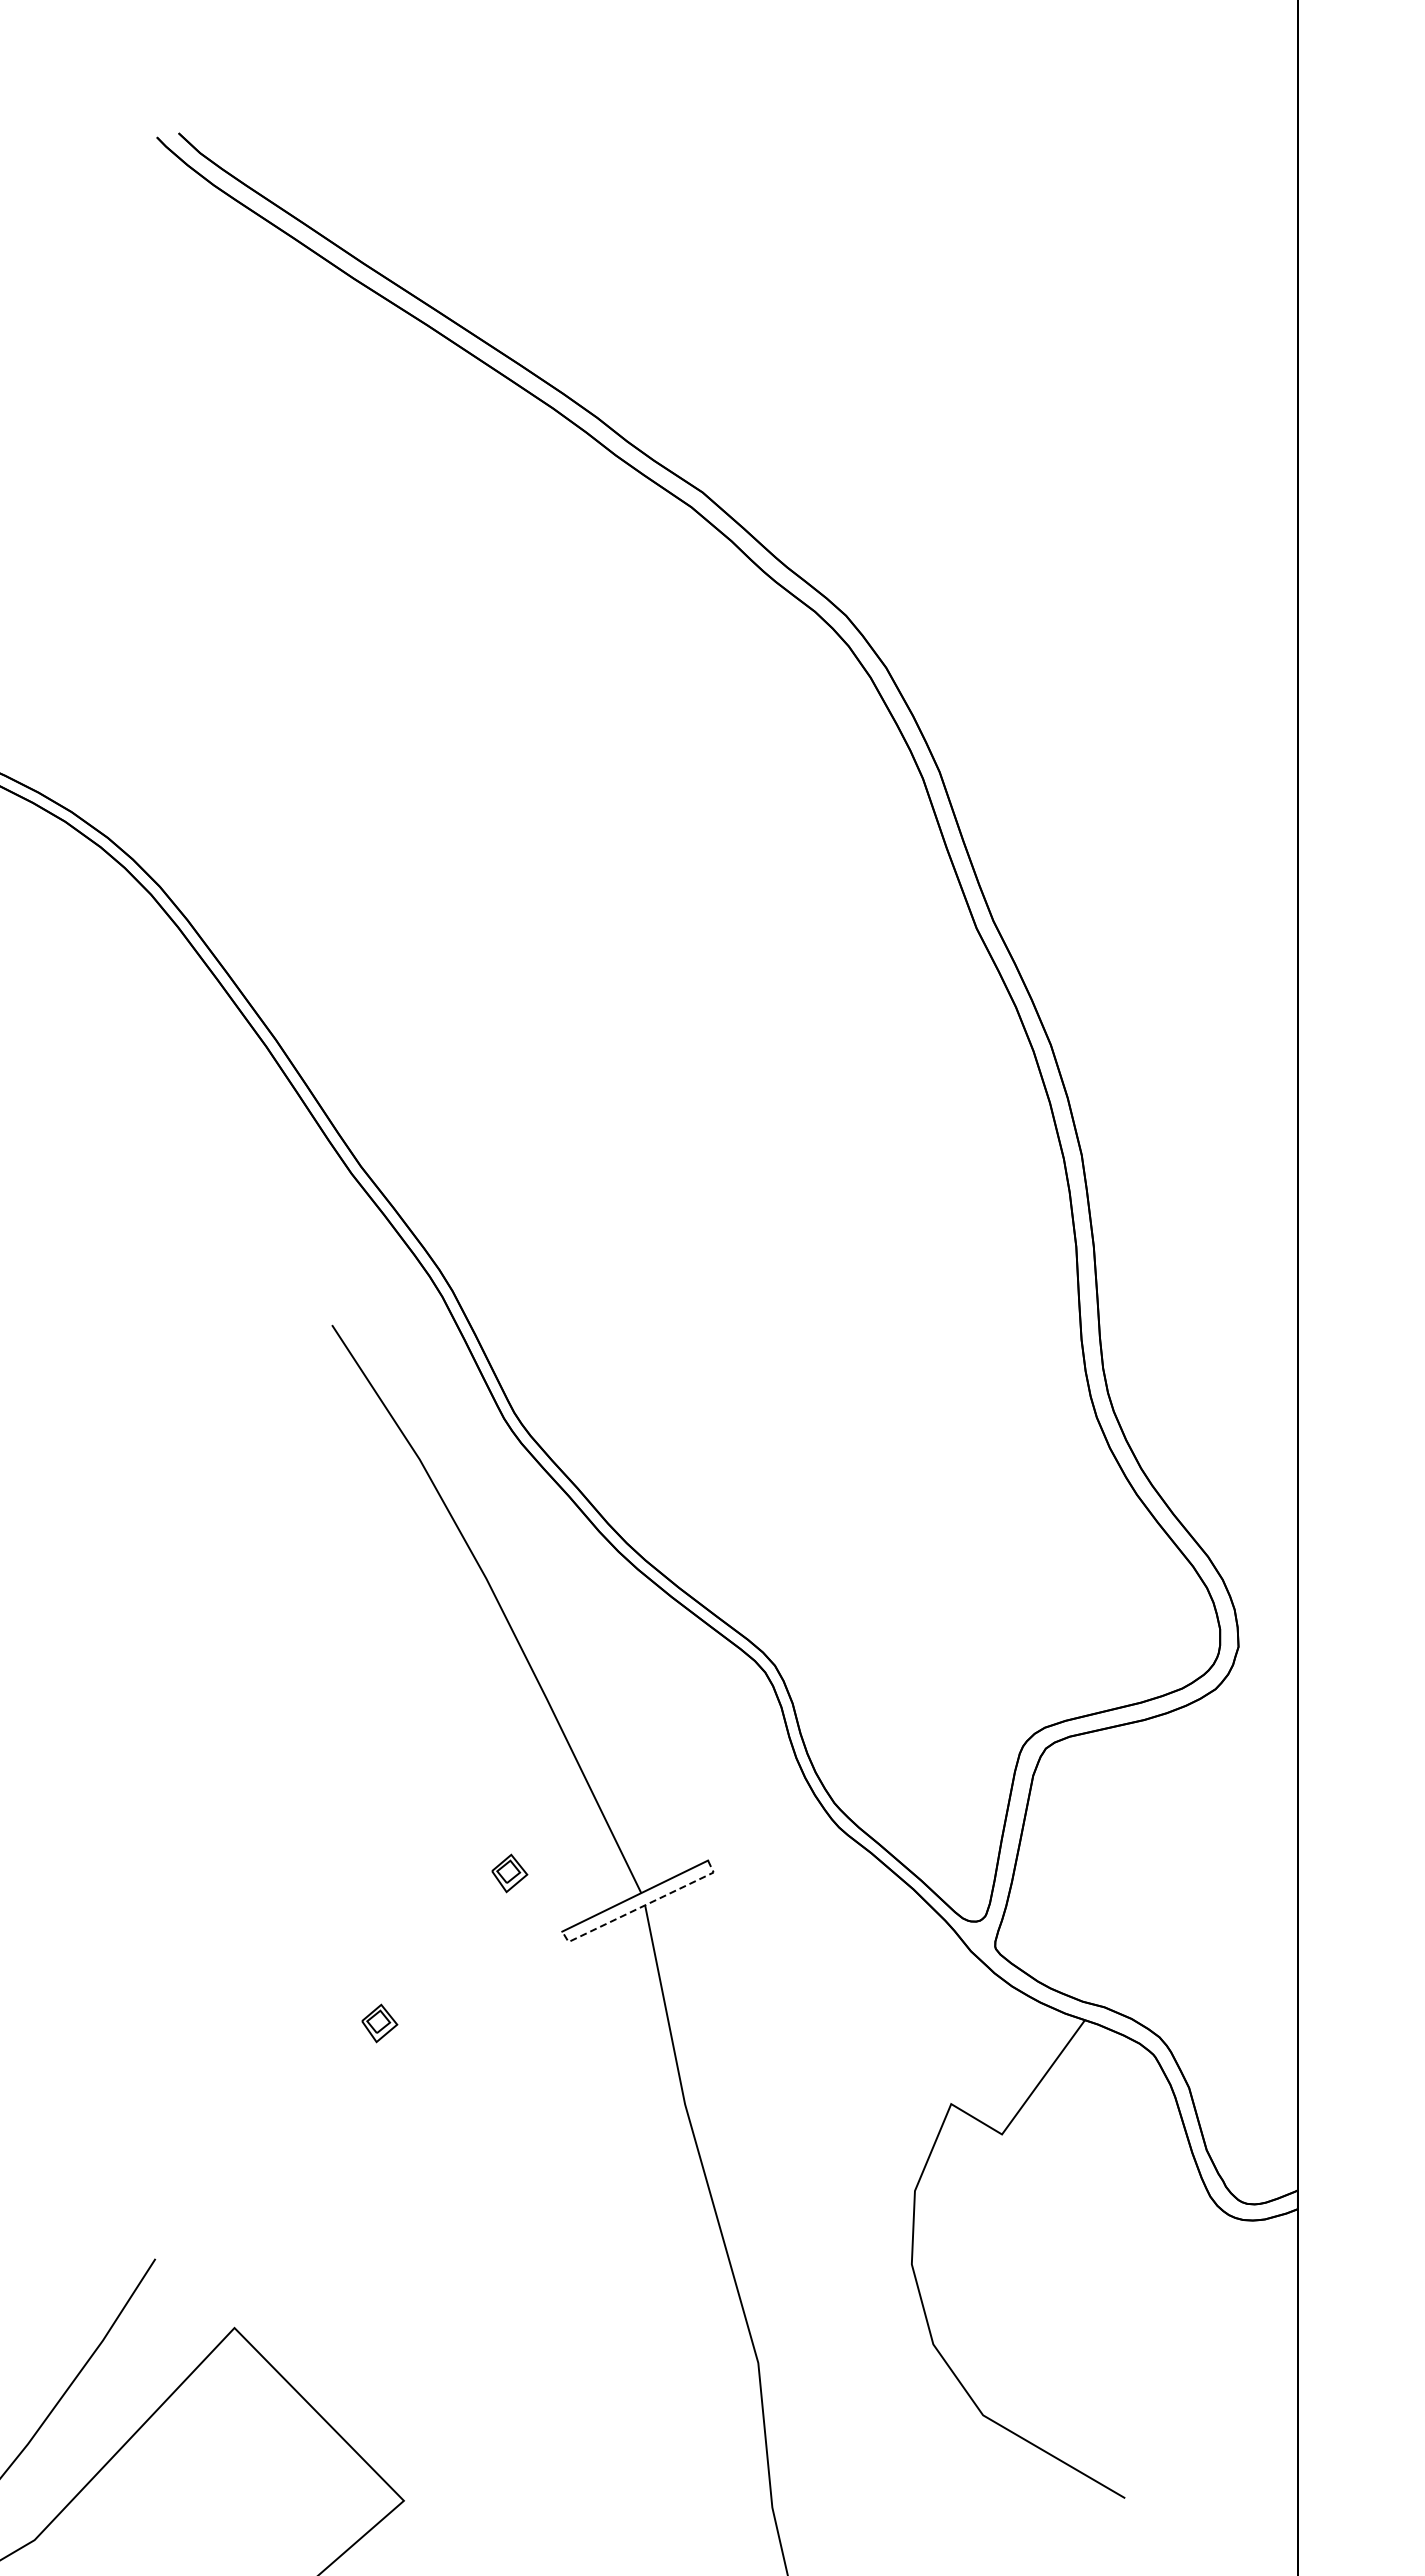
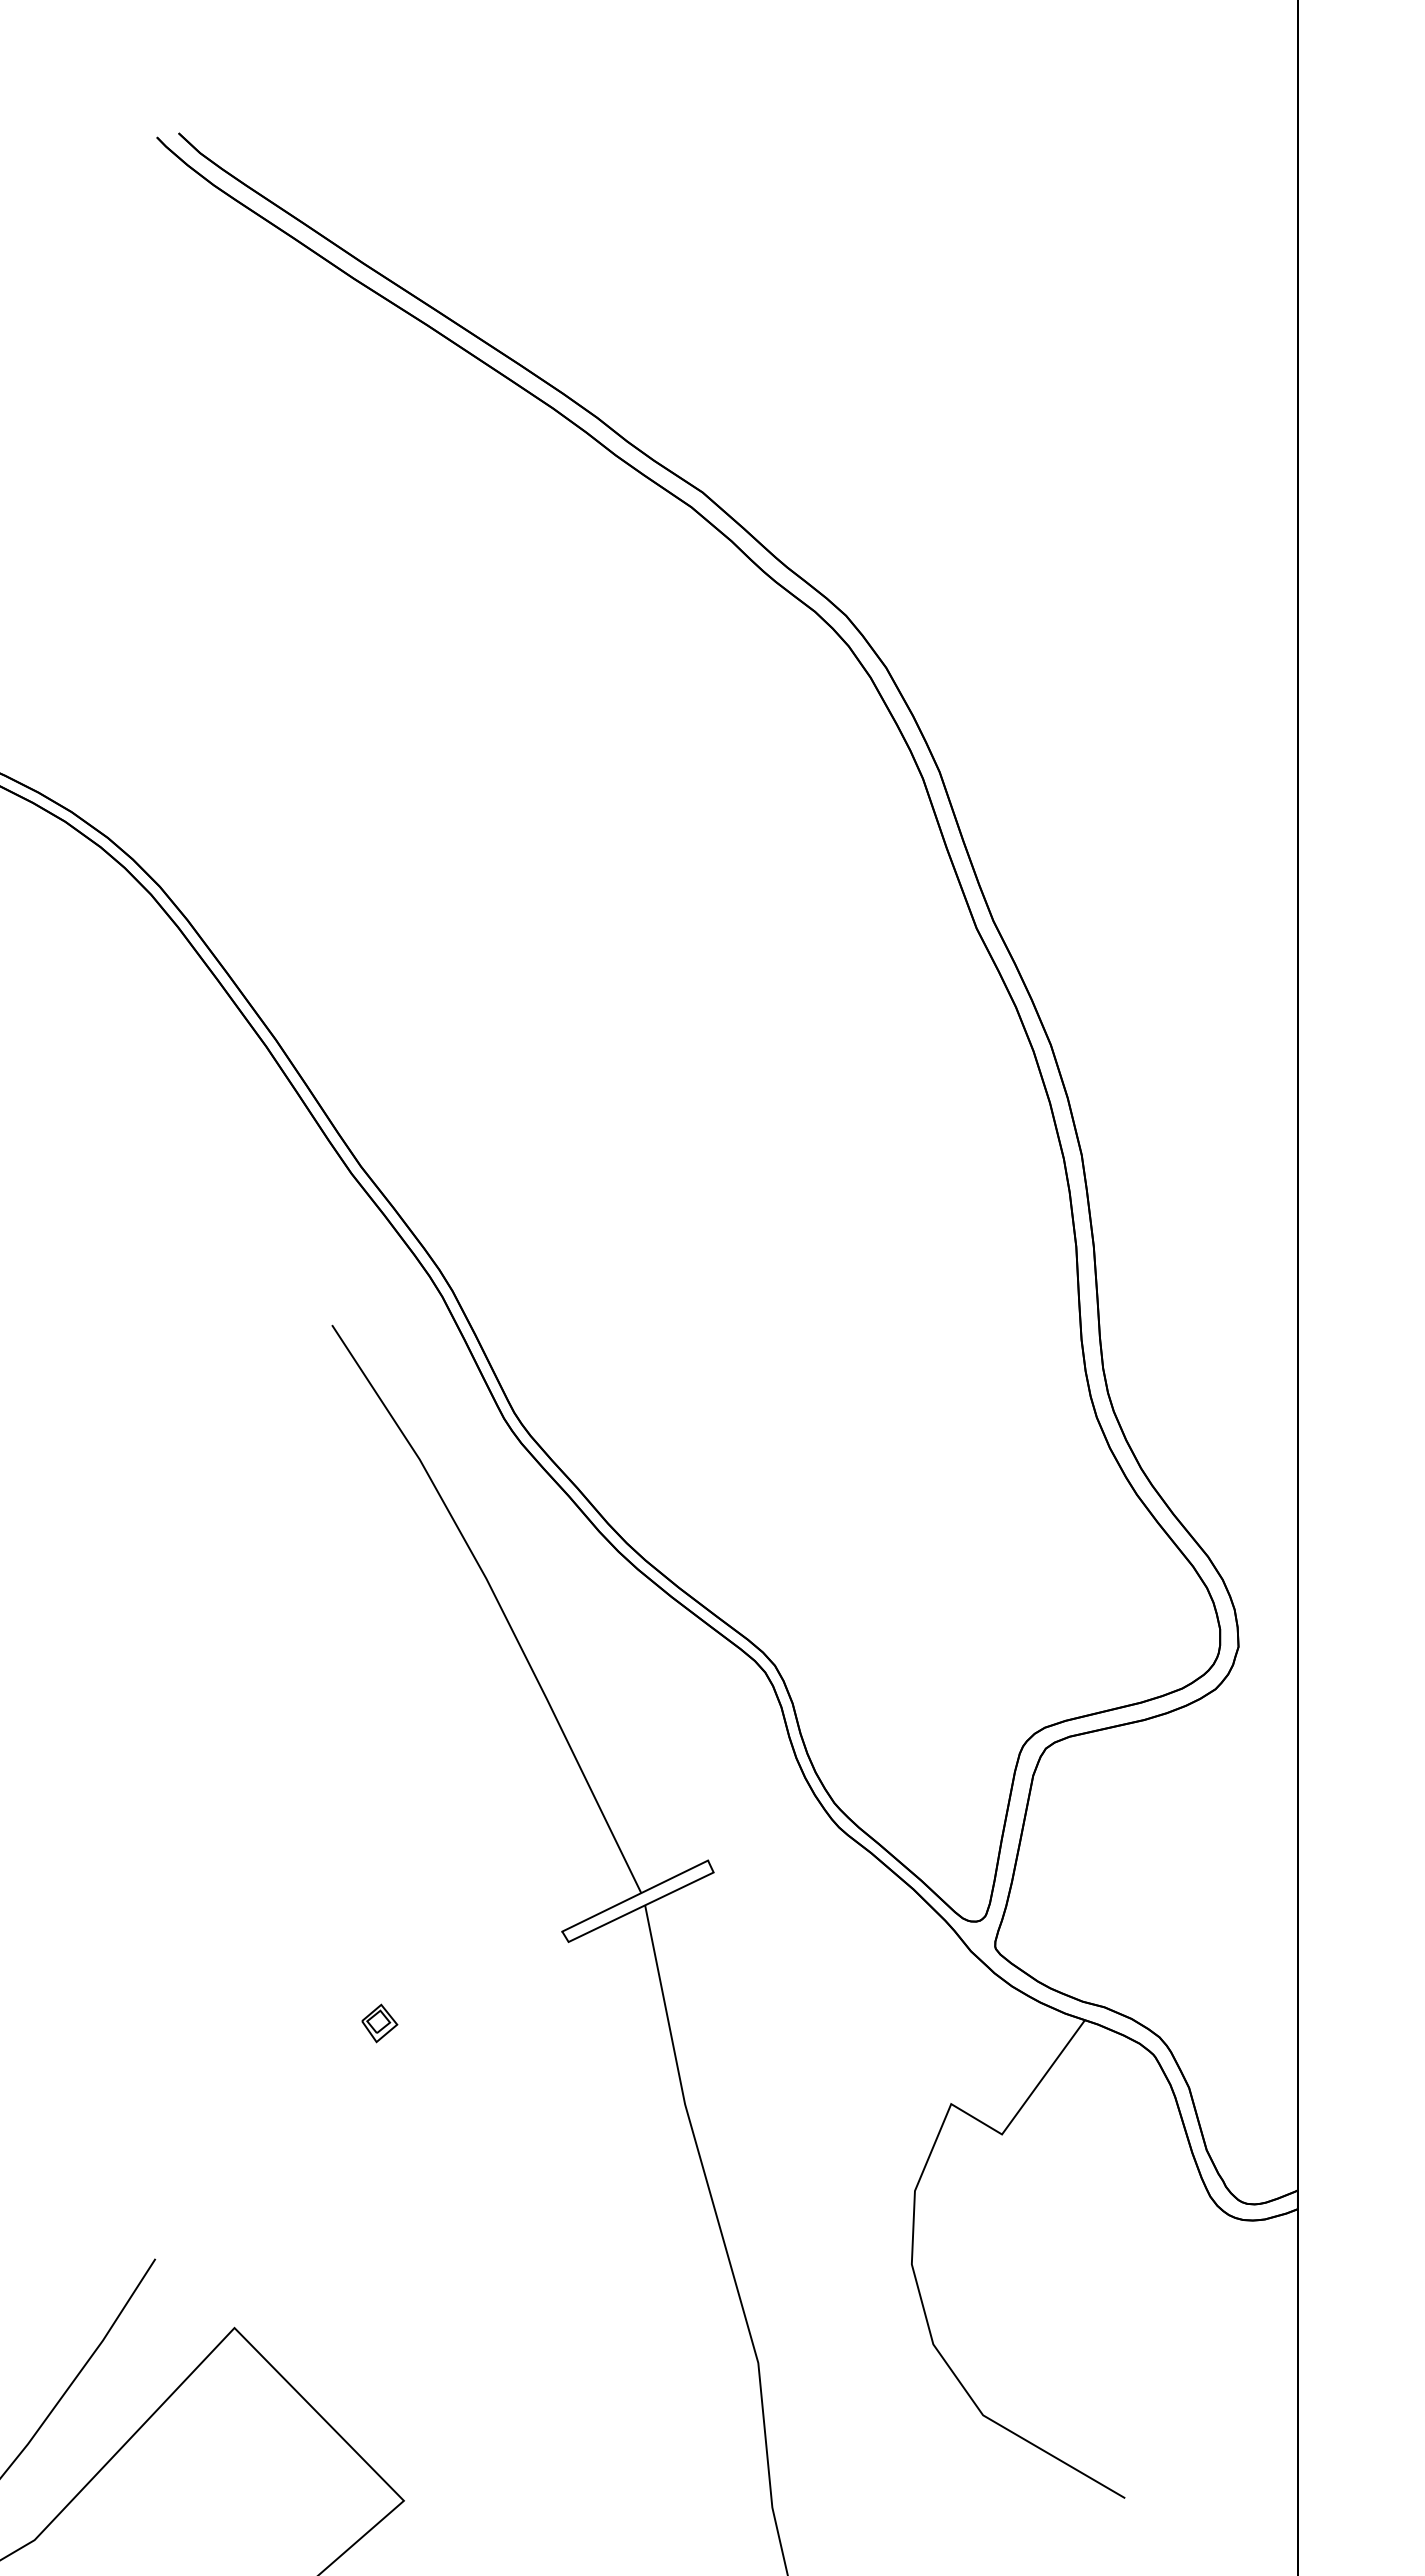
part at (509, 1873): present -> none
line at (641, 1907): dashed -> solid
